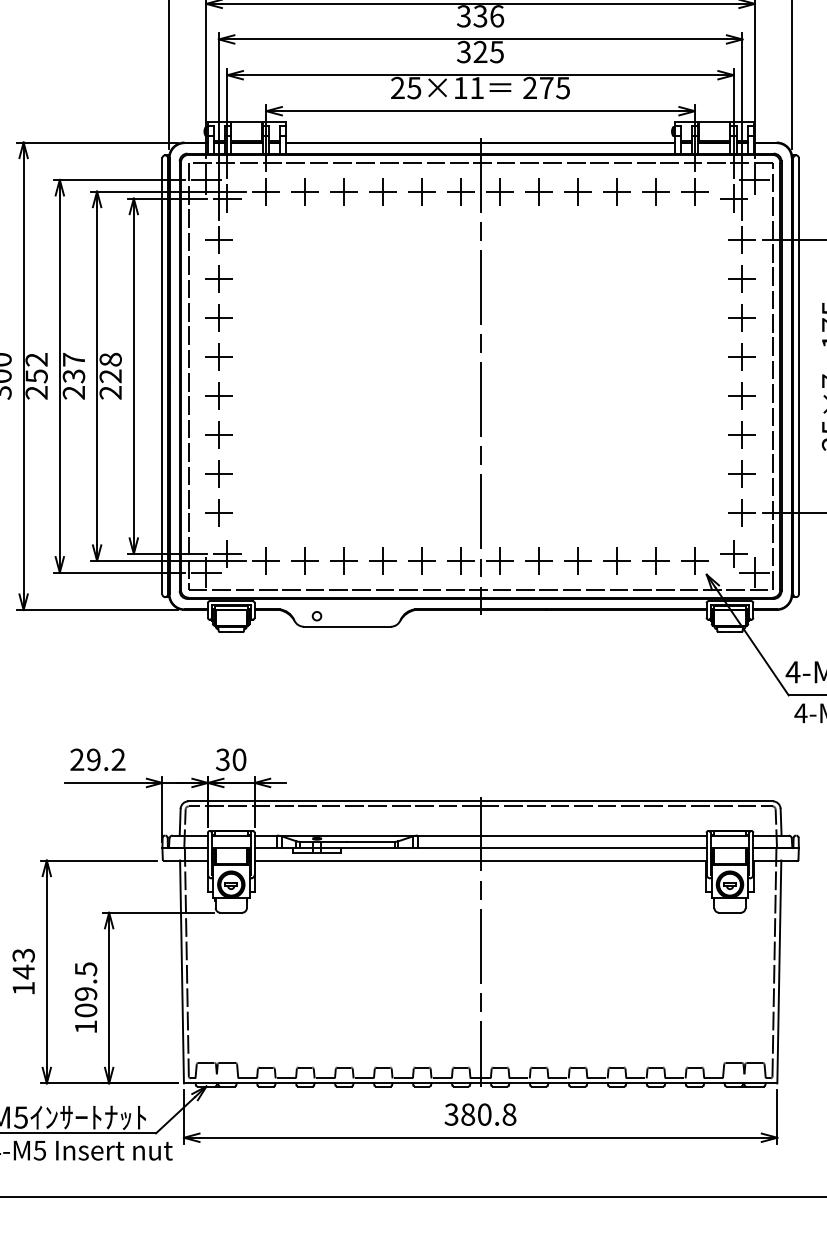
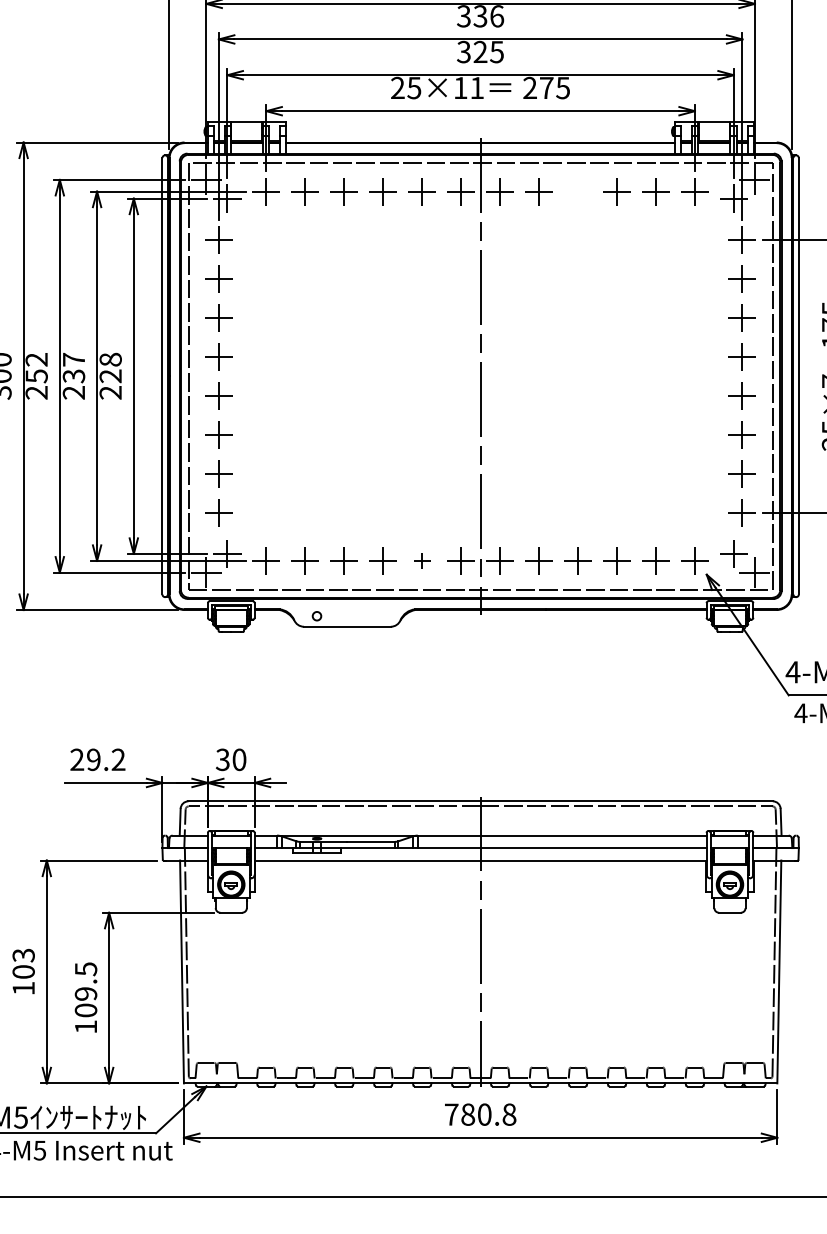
part at (577, 191): present -> none
part at (421, 560) size: 28x28 px -> 17x16 px
text at (23, 971): 143 -> 103
text at (451, 1114): 380.8 -> 780.8
